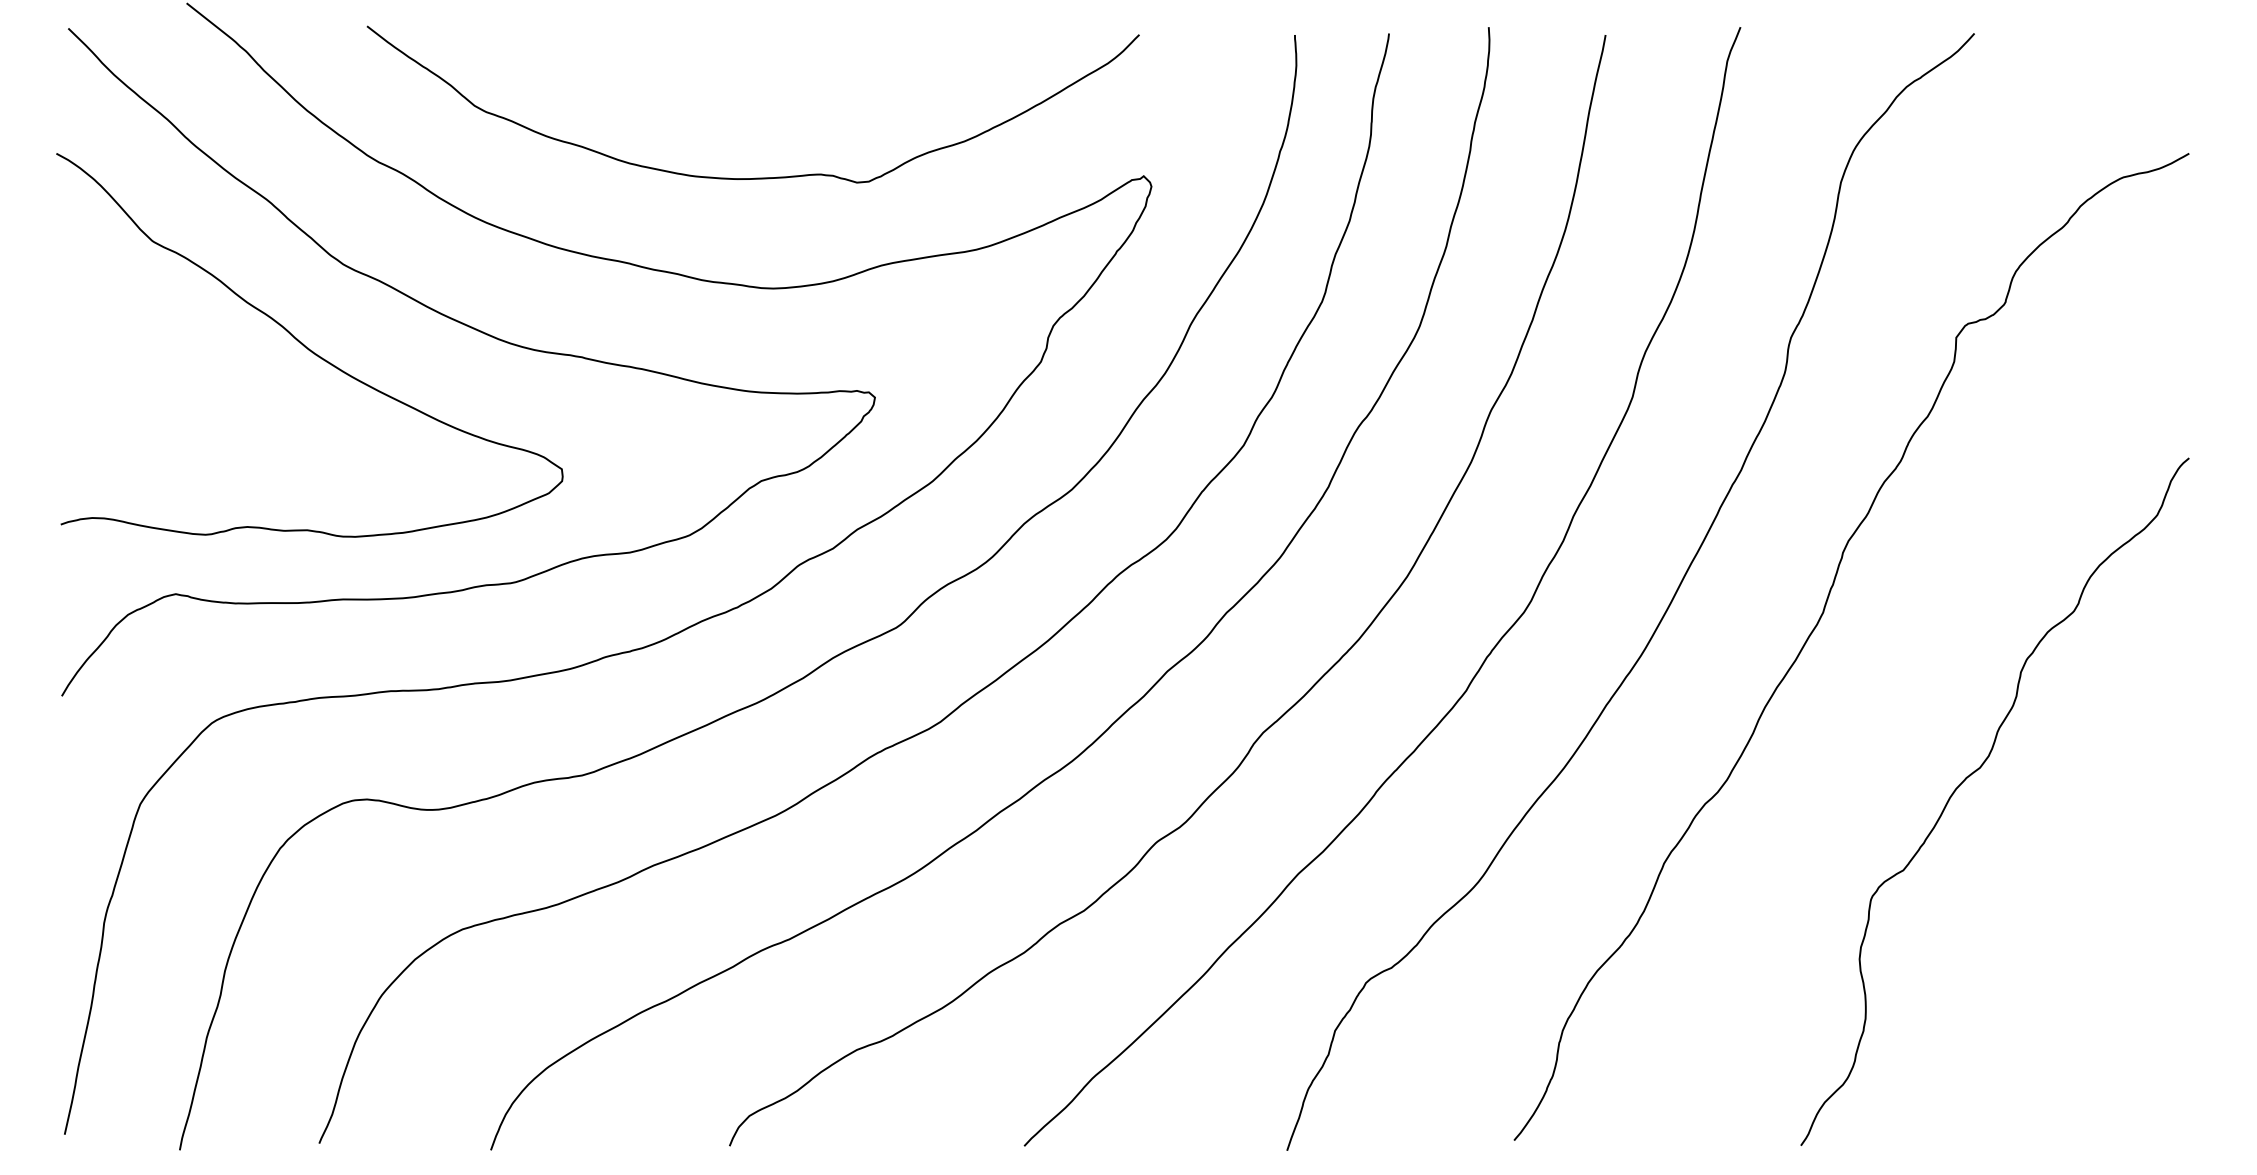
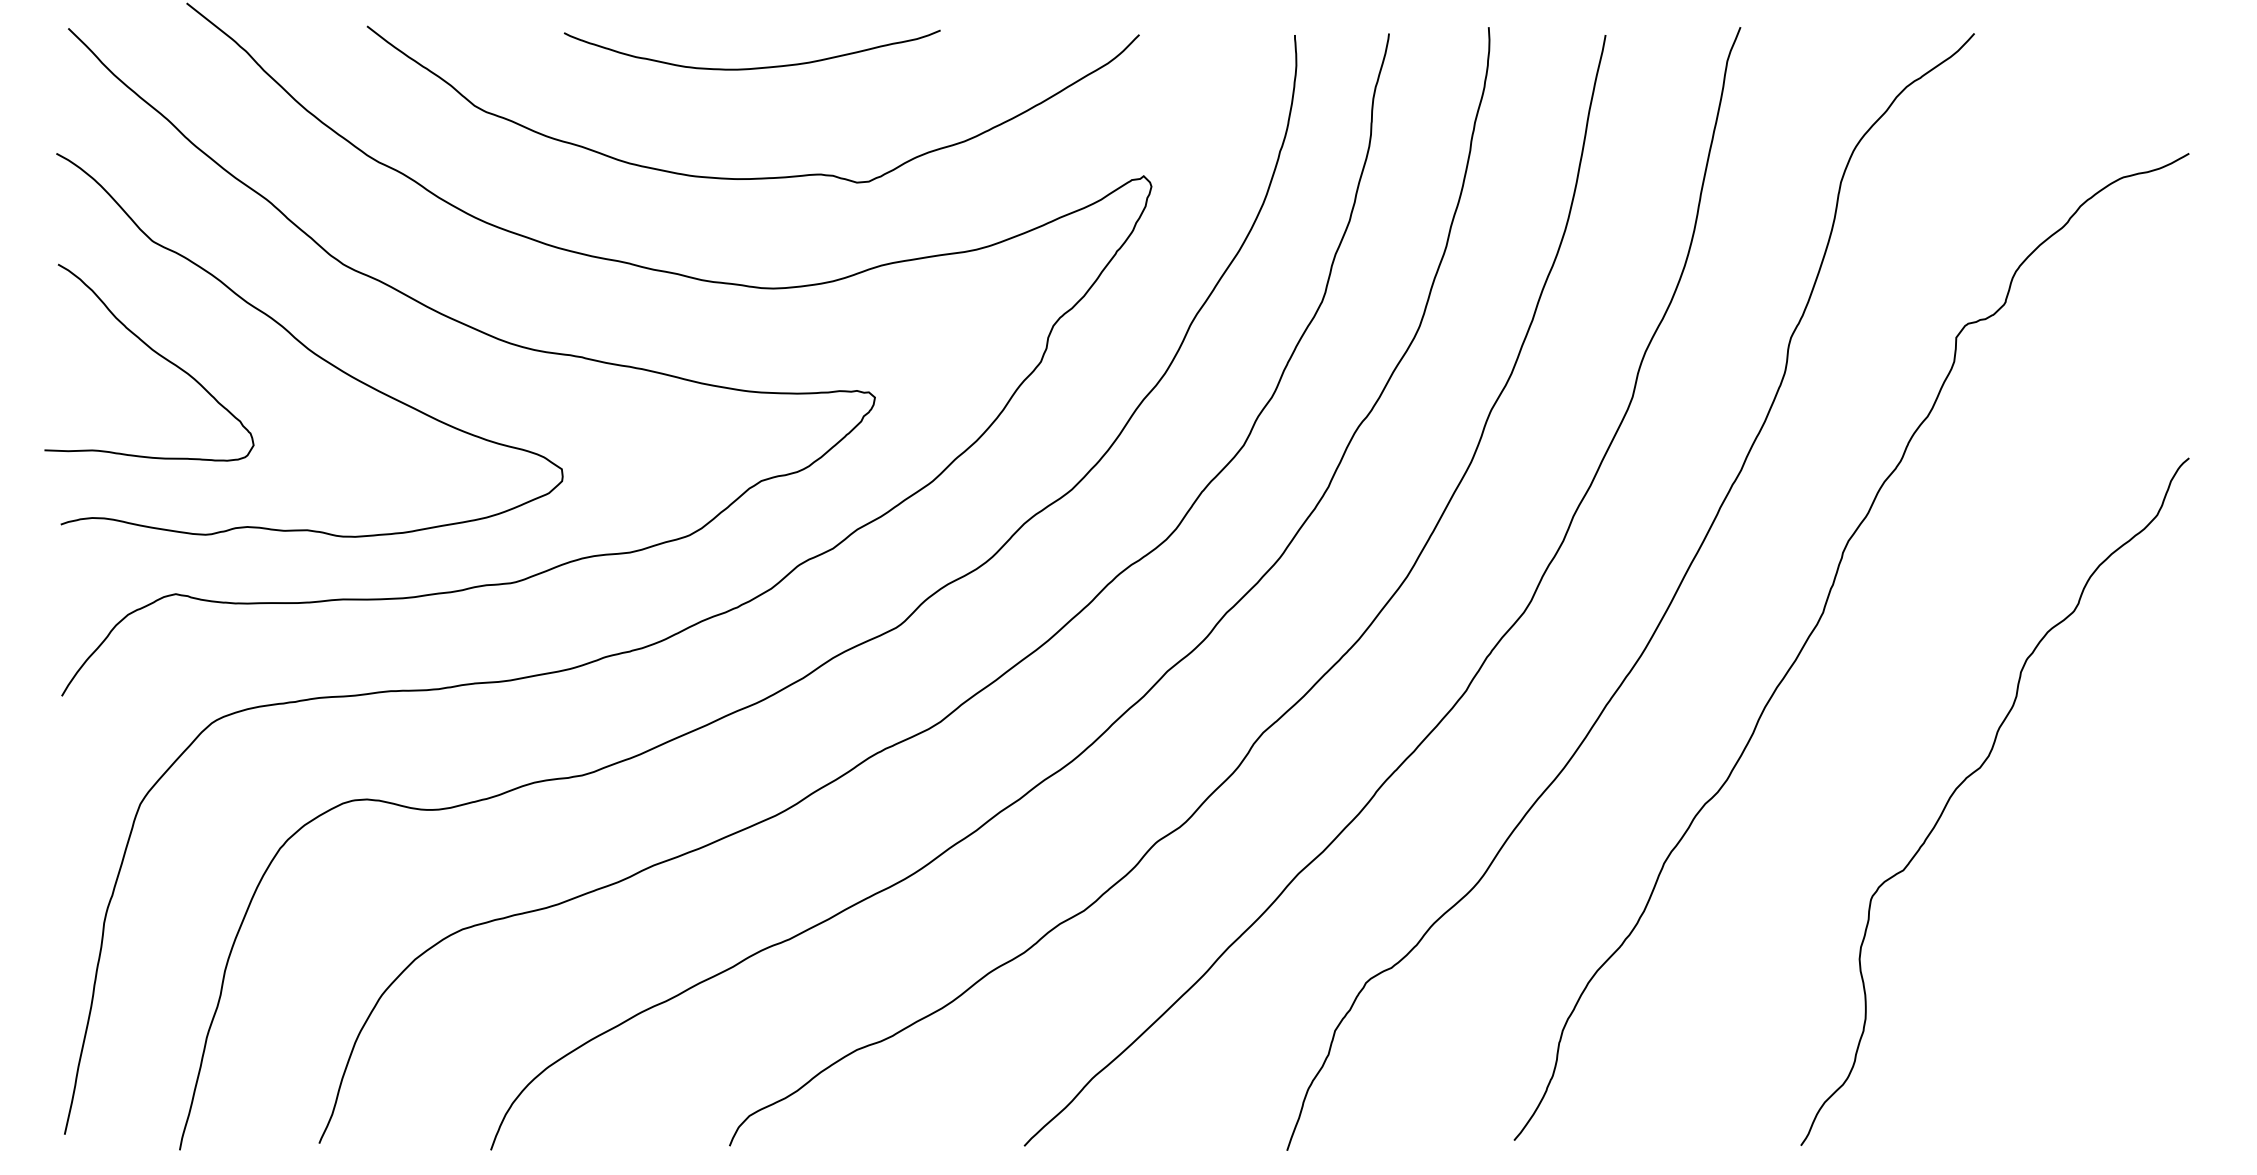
curve at (752, 67): none -> present
curve at (155, 353): none -> present
